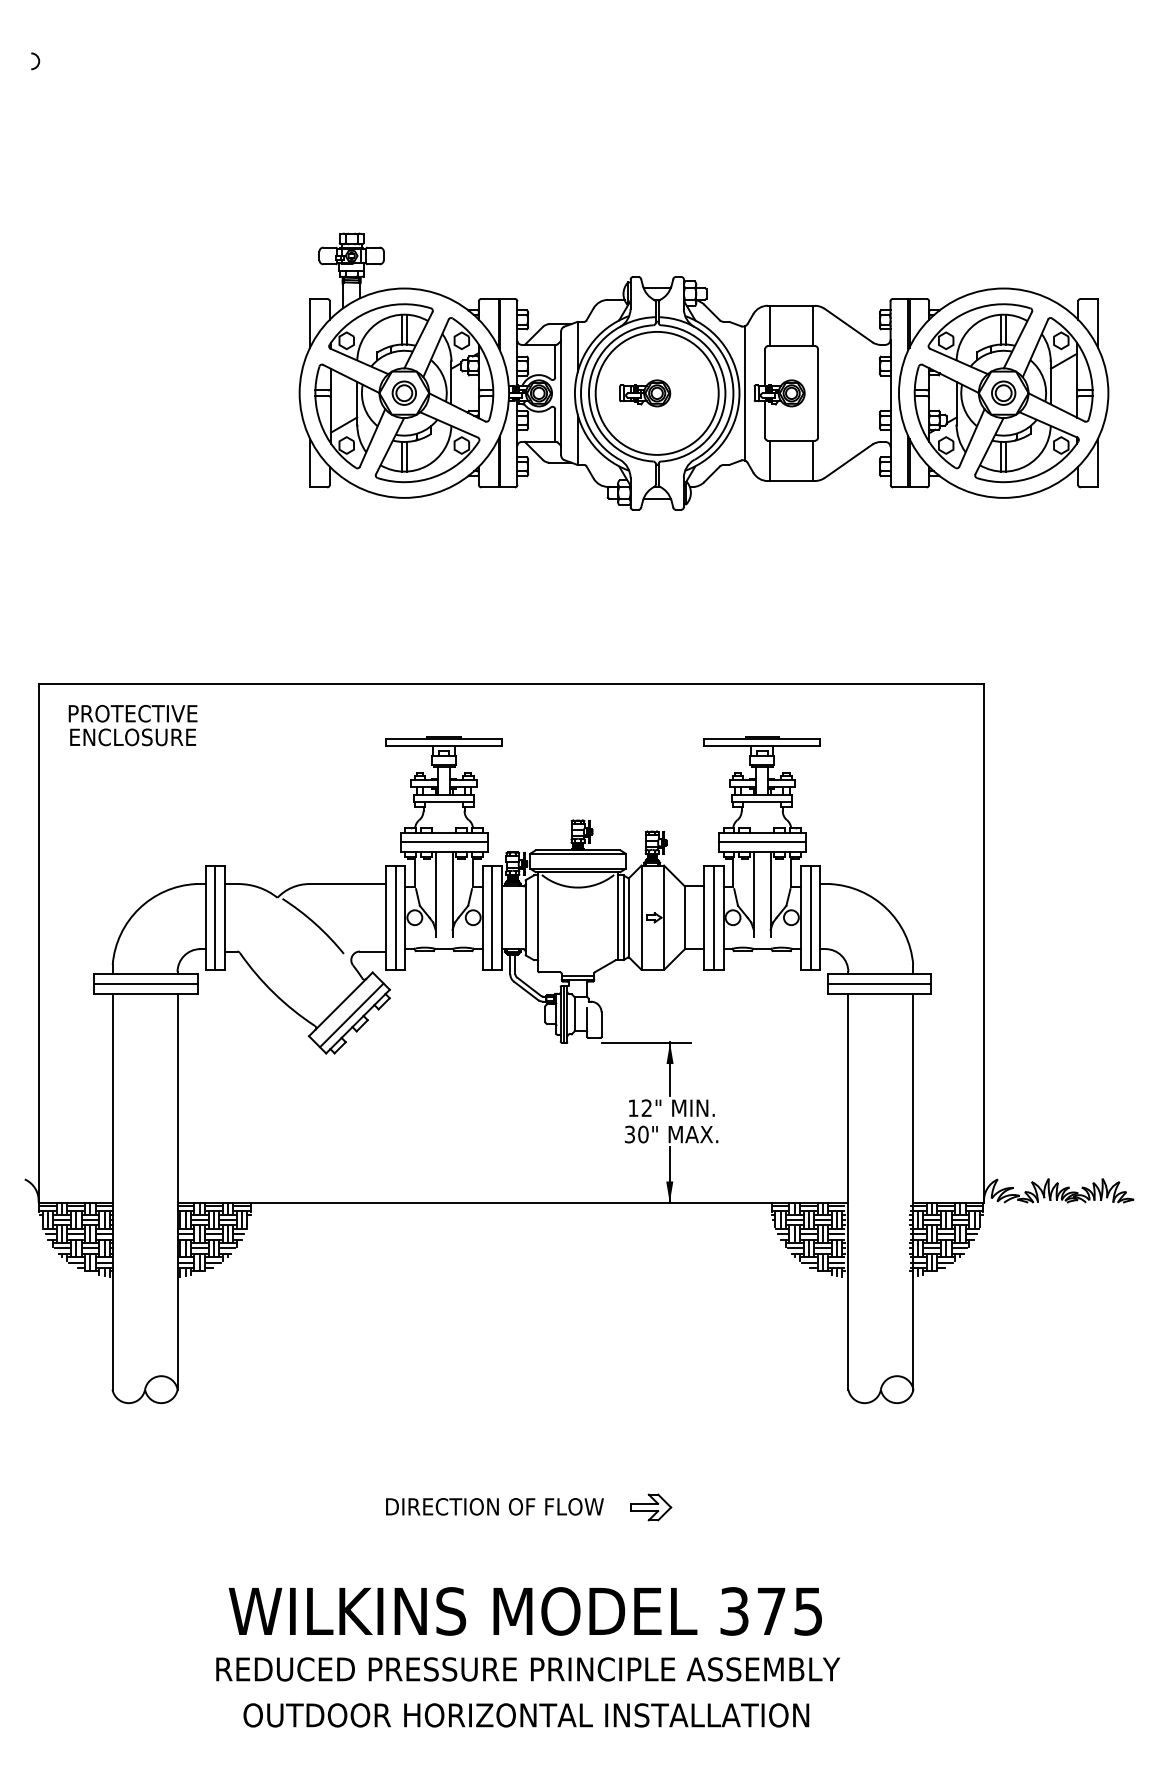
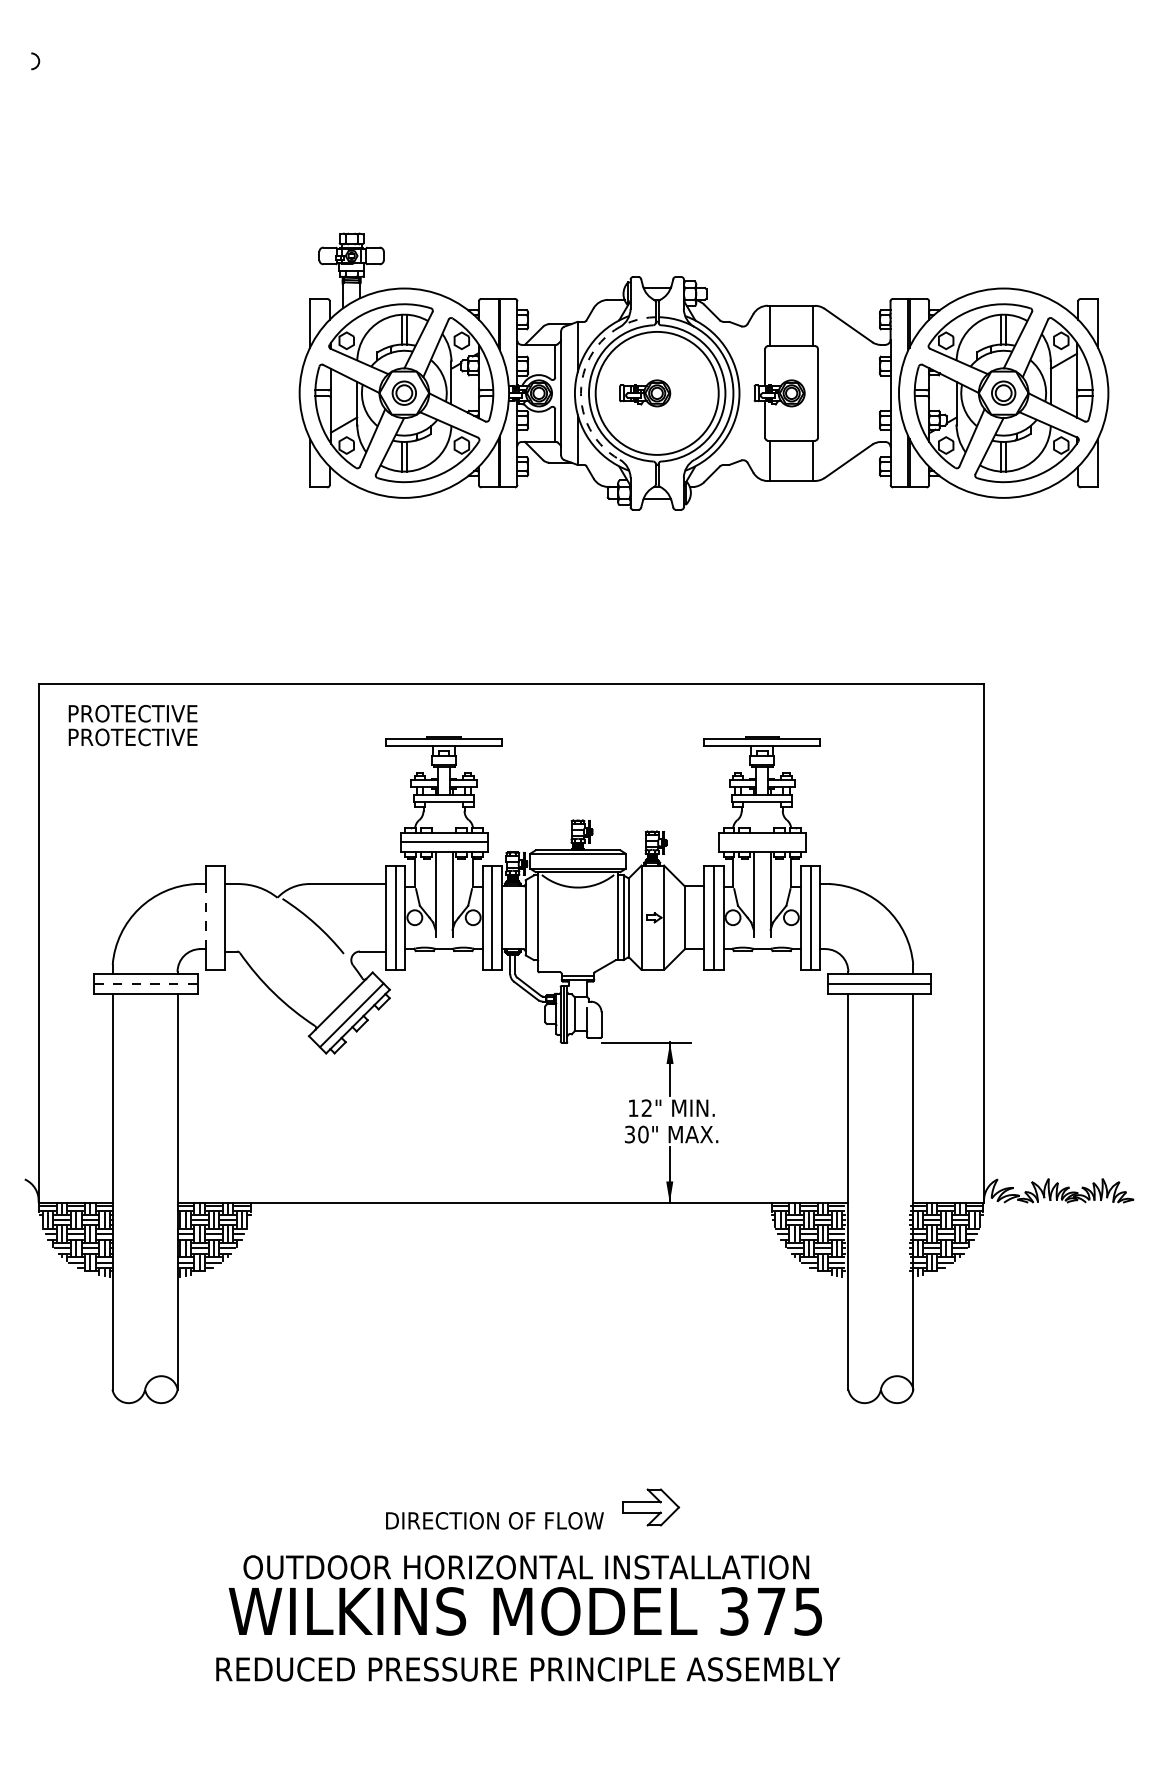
arc at (583, 374): solid -> dashed
line at (745, 393): present -> none
text at (132, 737): ENCLOSURE -> PROTECTIVE
line at (761, 842): present -> none
line at (205, 916): solid -> dashed
line at (215, 917): present -> none
line at (146, 983): solid -> dashed
text at (494, 1506) position: (494, 1506) -> (494, 1520)
part at (651, 1507) size: 43x29 px -> 59x39 px
text at (526, 1715) position: (526, 1715) -> (526, 1567)
